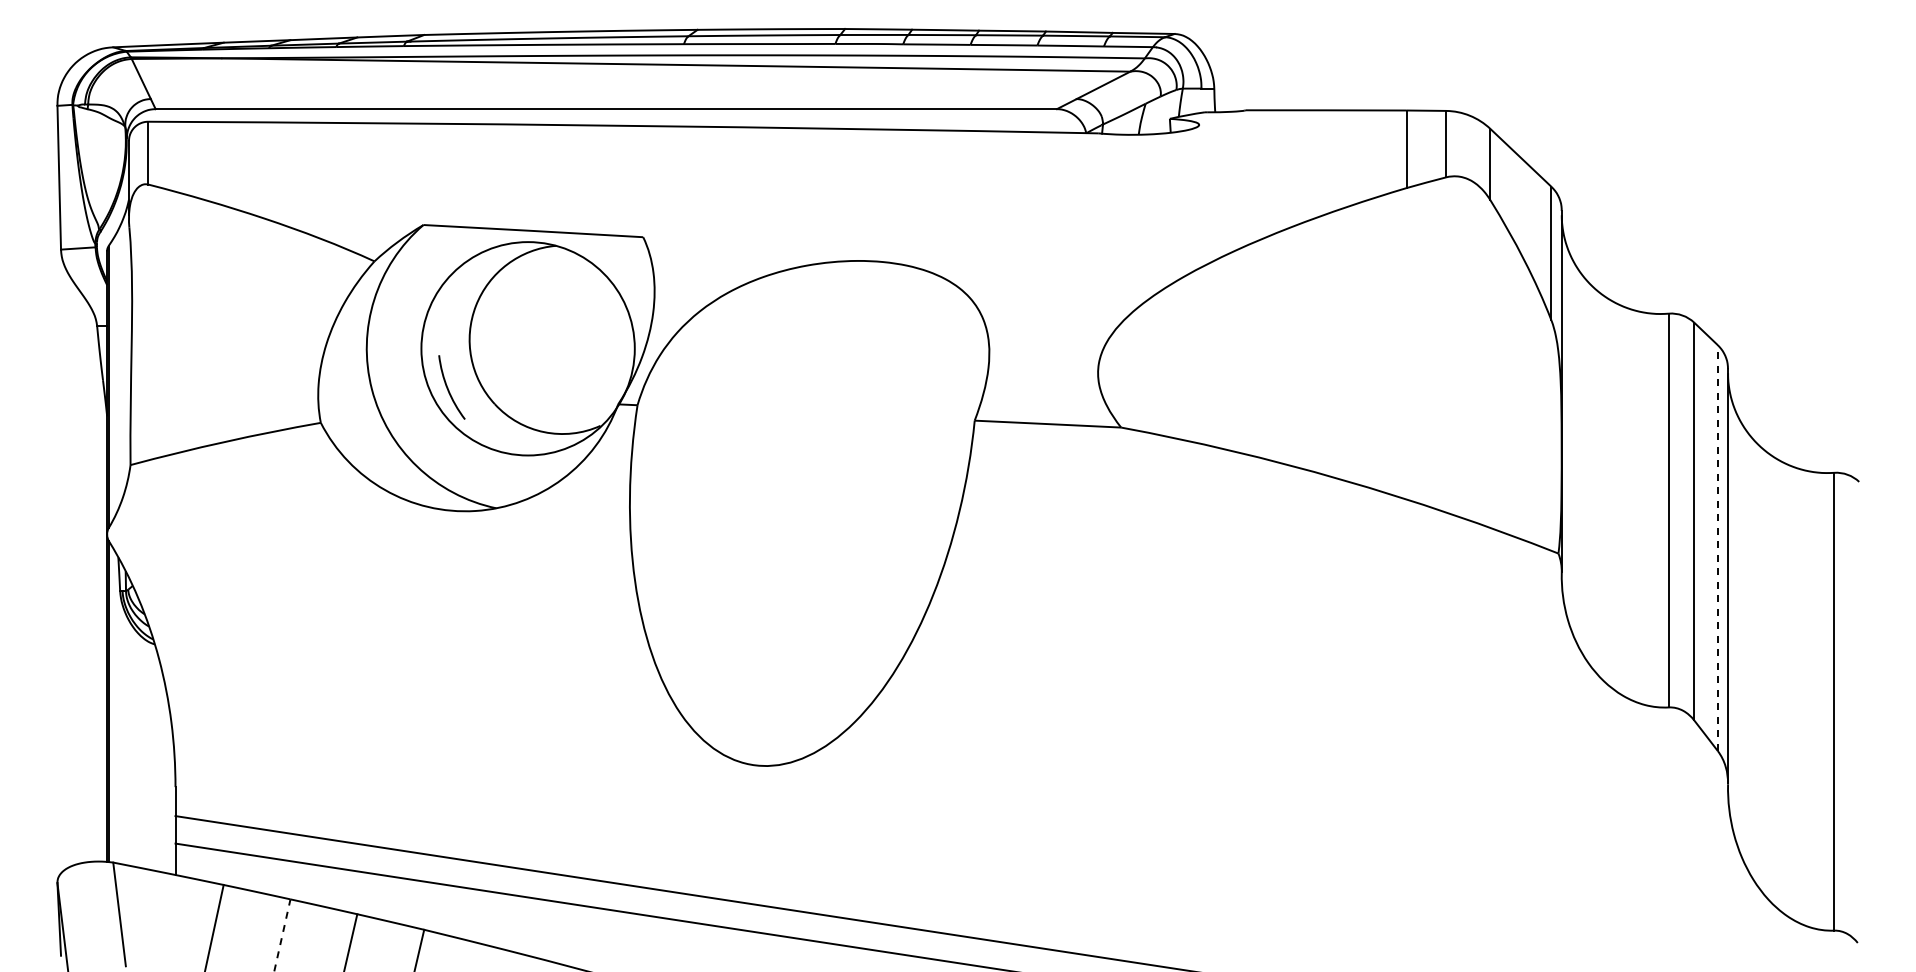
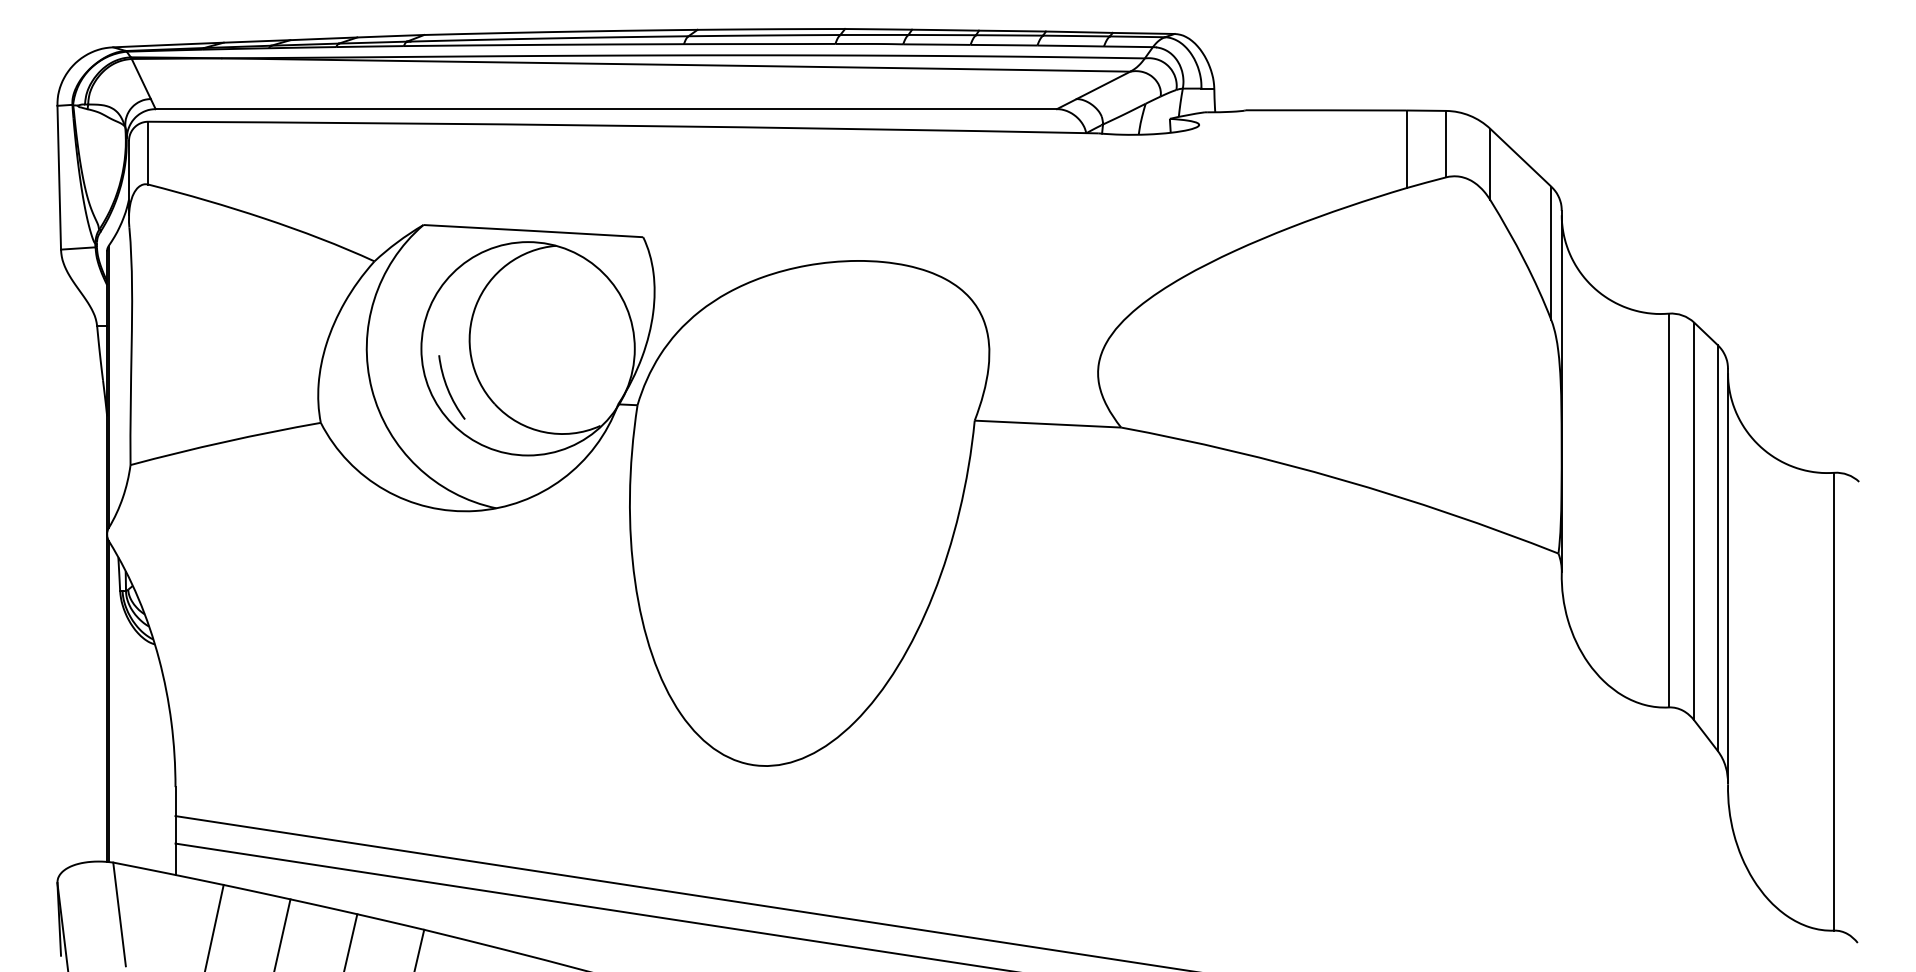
line at (1717, 548): dashed -> solid
line at (282, 935): dashed -> solid
